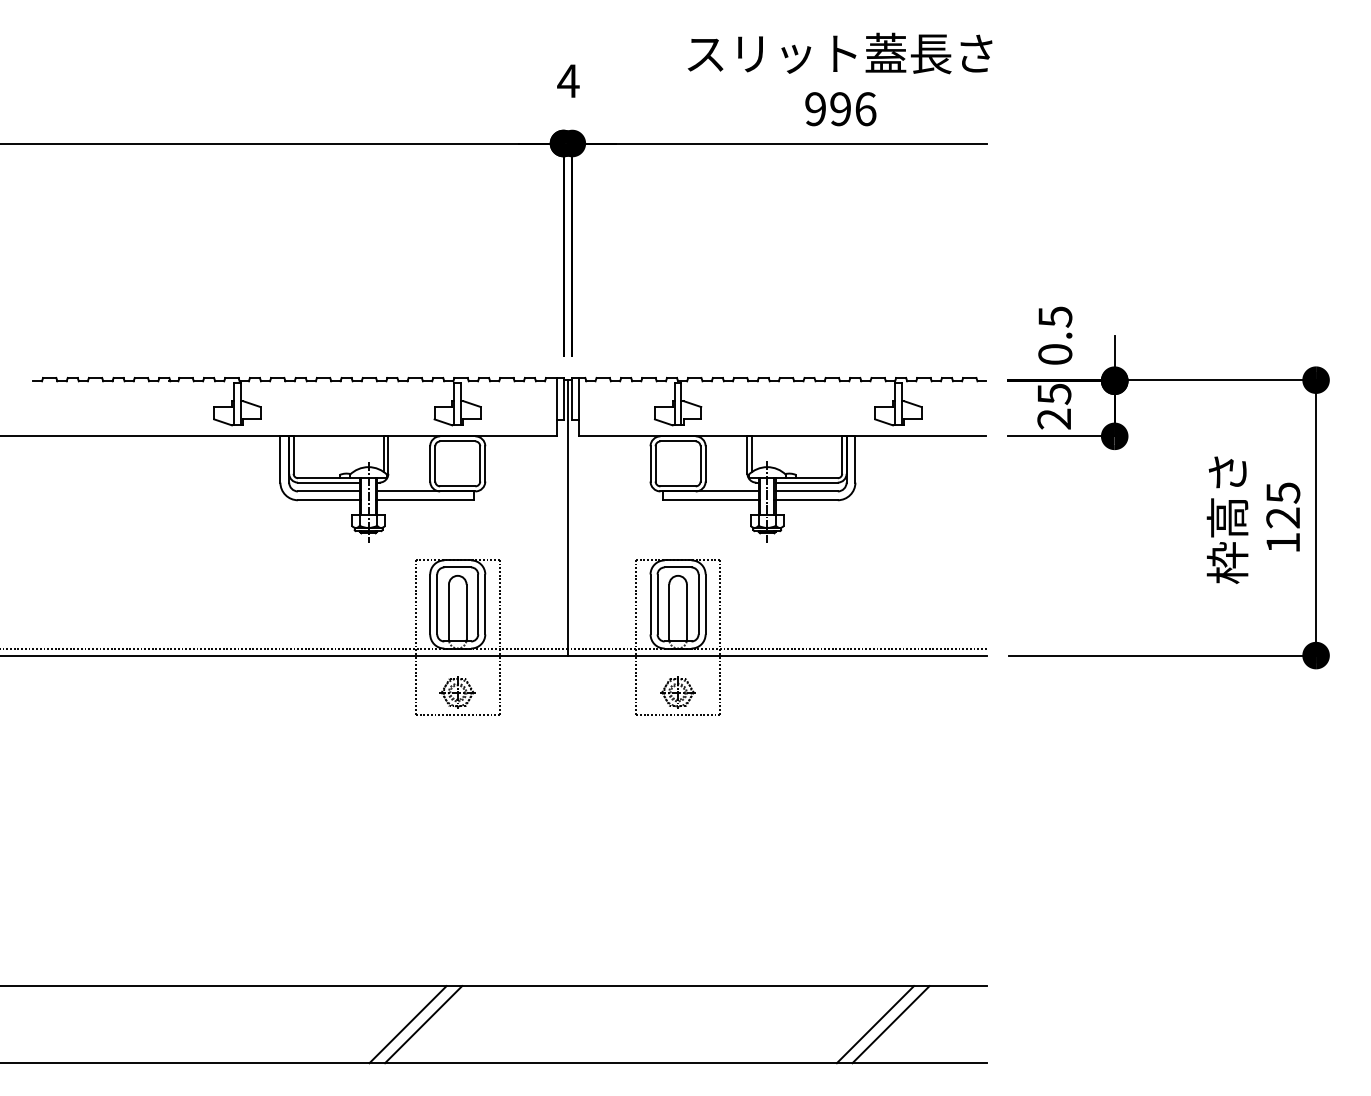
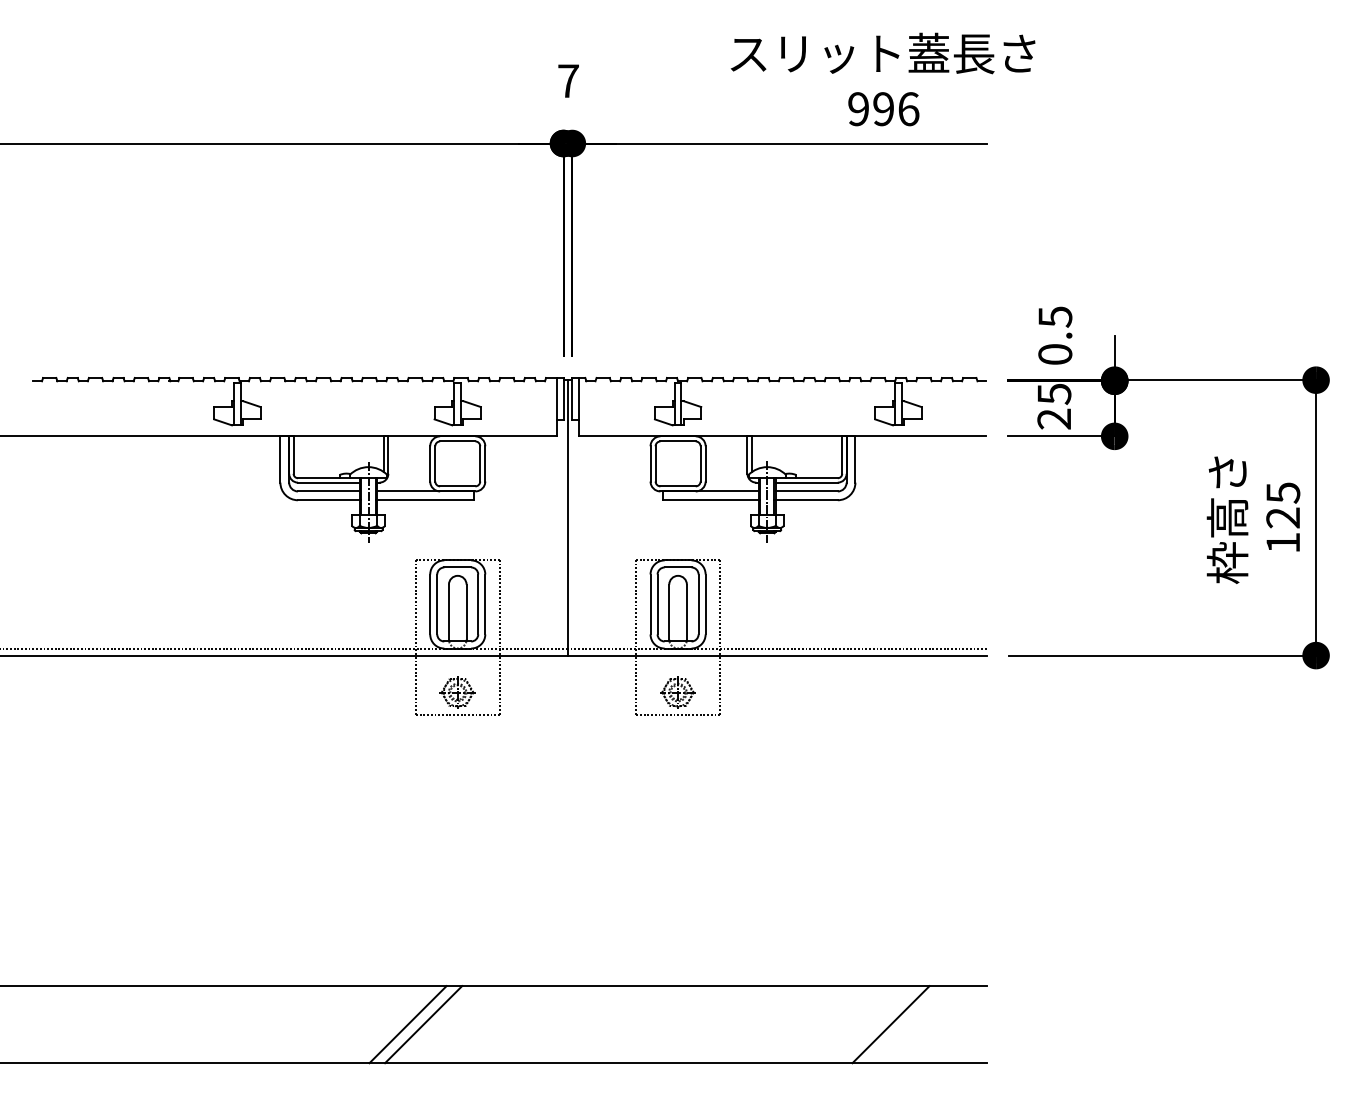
text at (839, 79) position: (839, 79) -> (882, 79)
text at (568, 80): 4 -> 7
line at (875, 1024): present -> none
